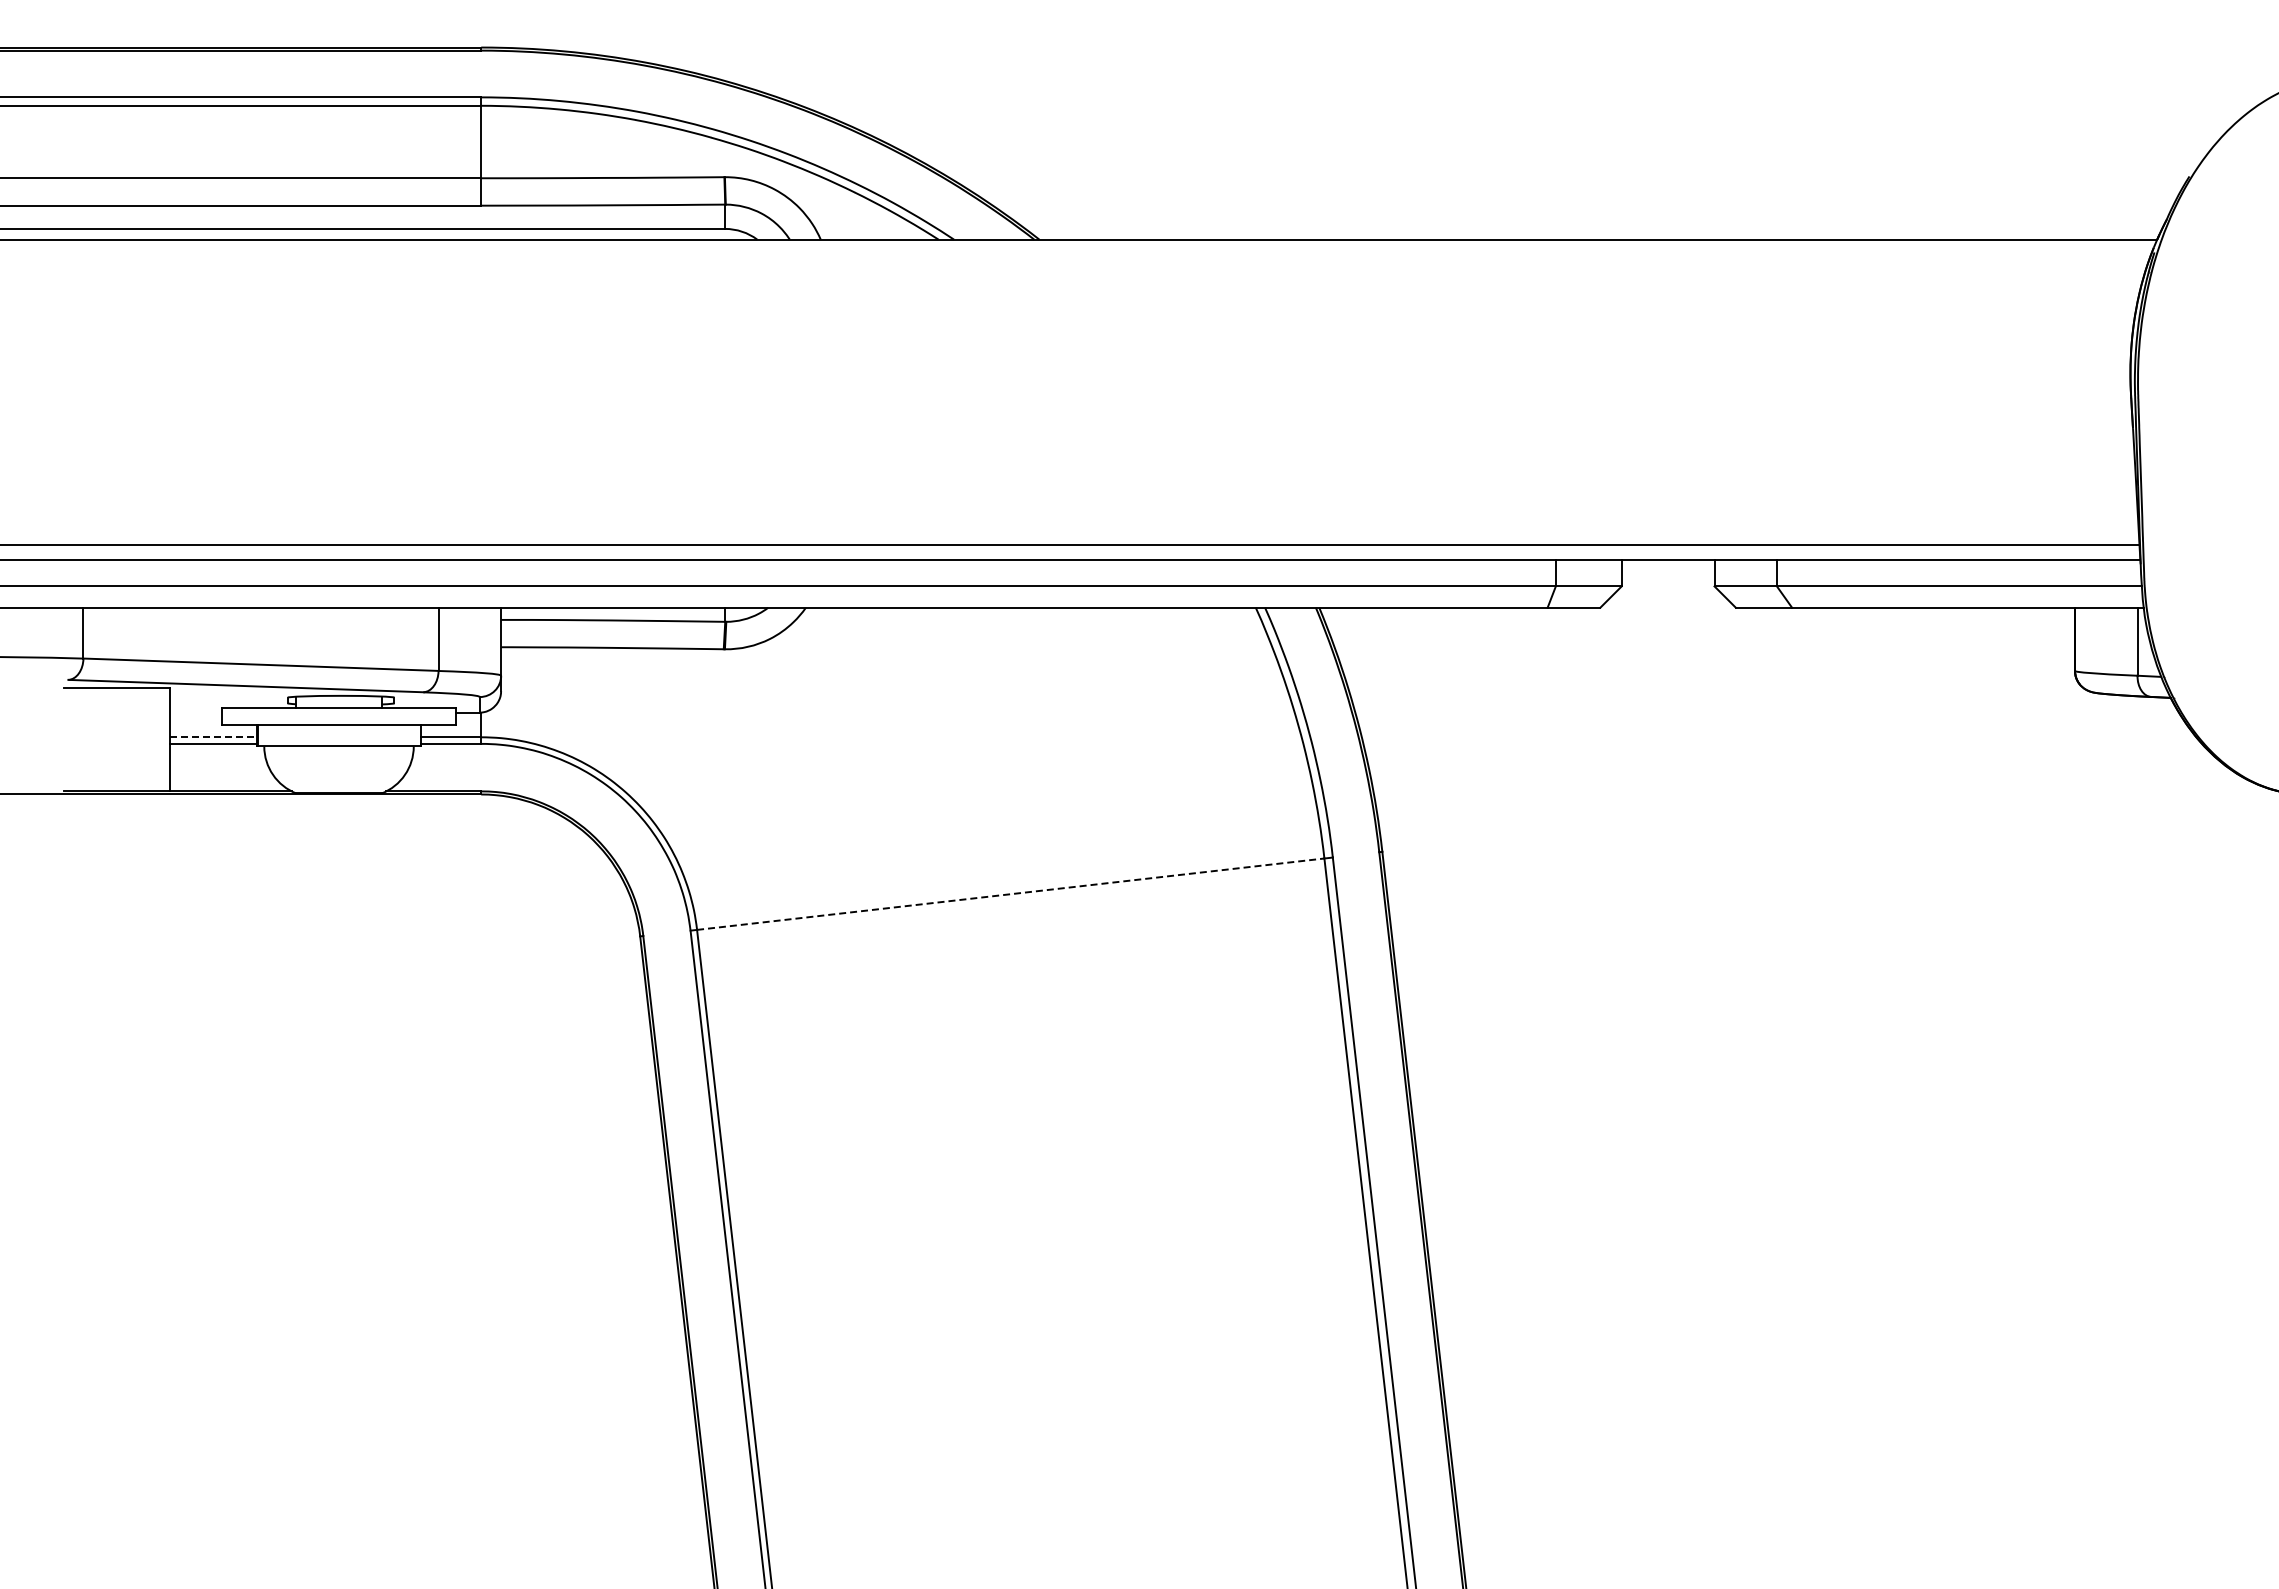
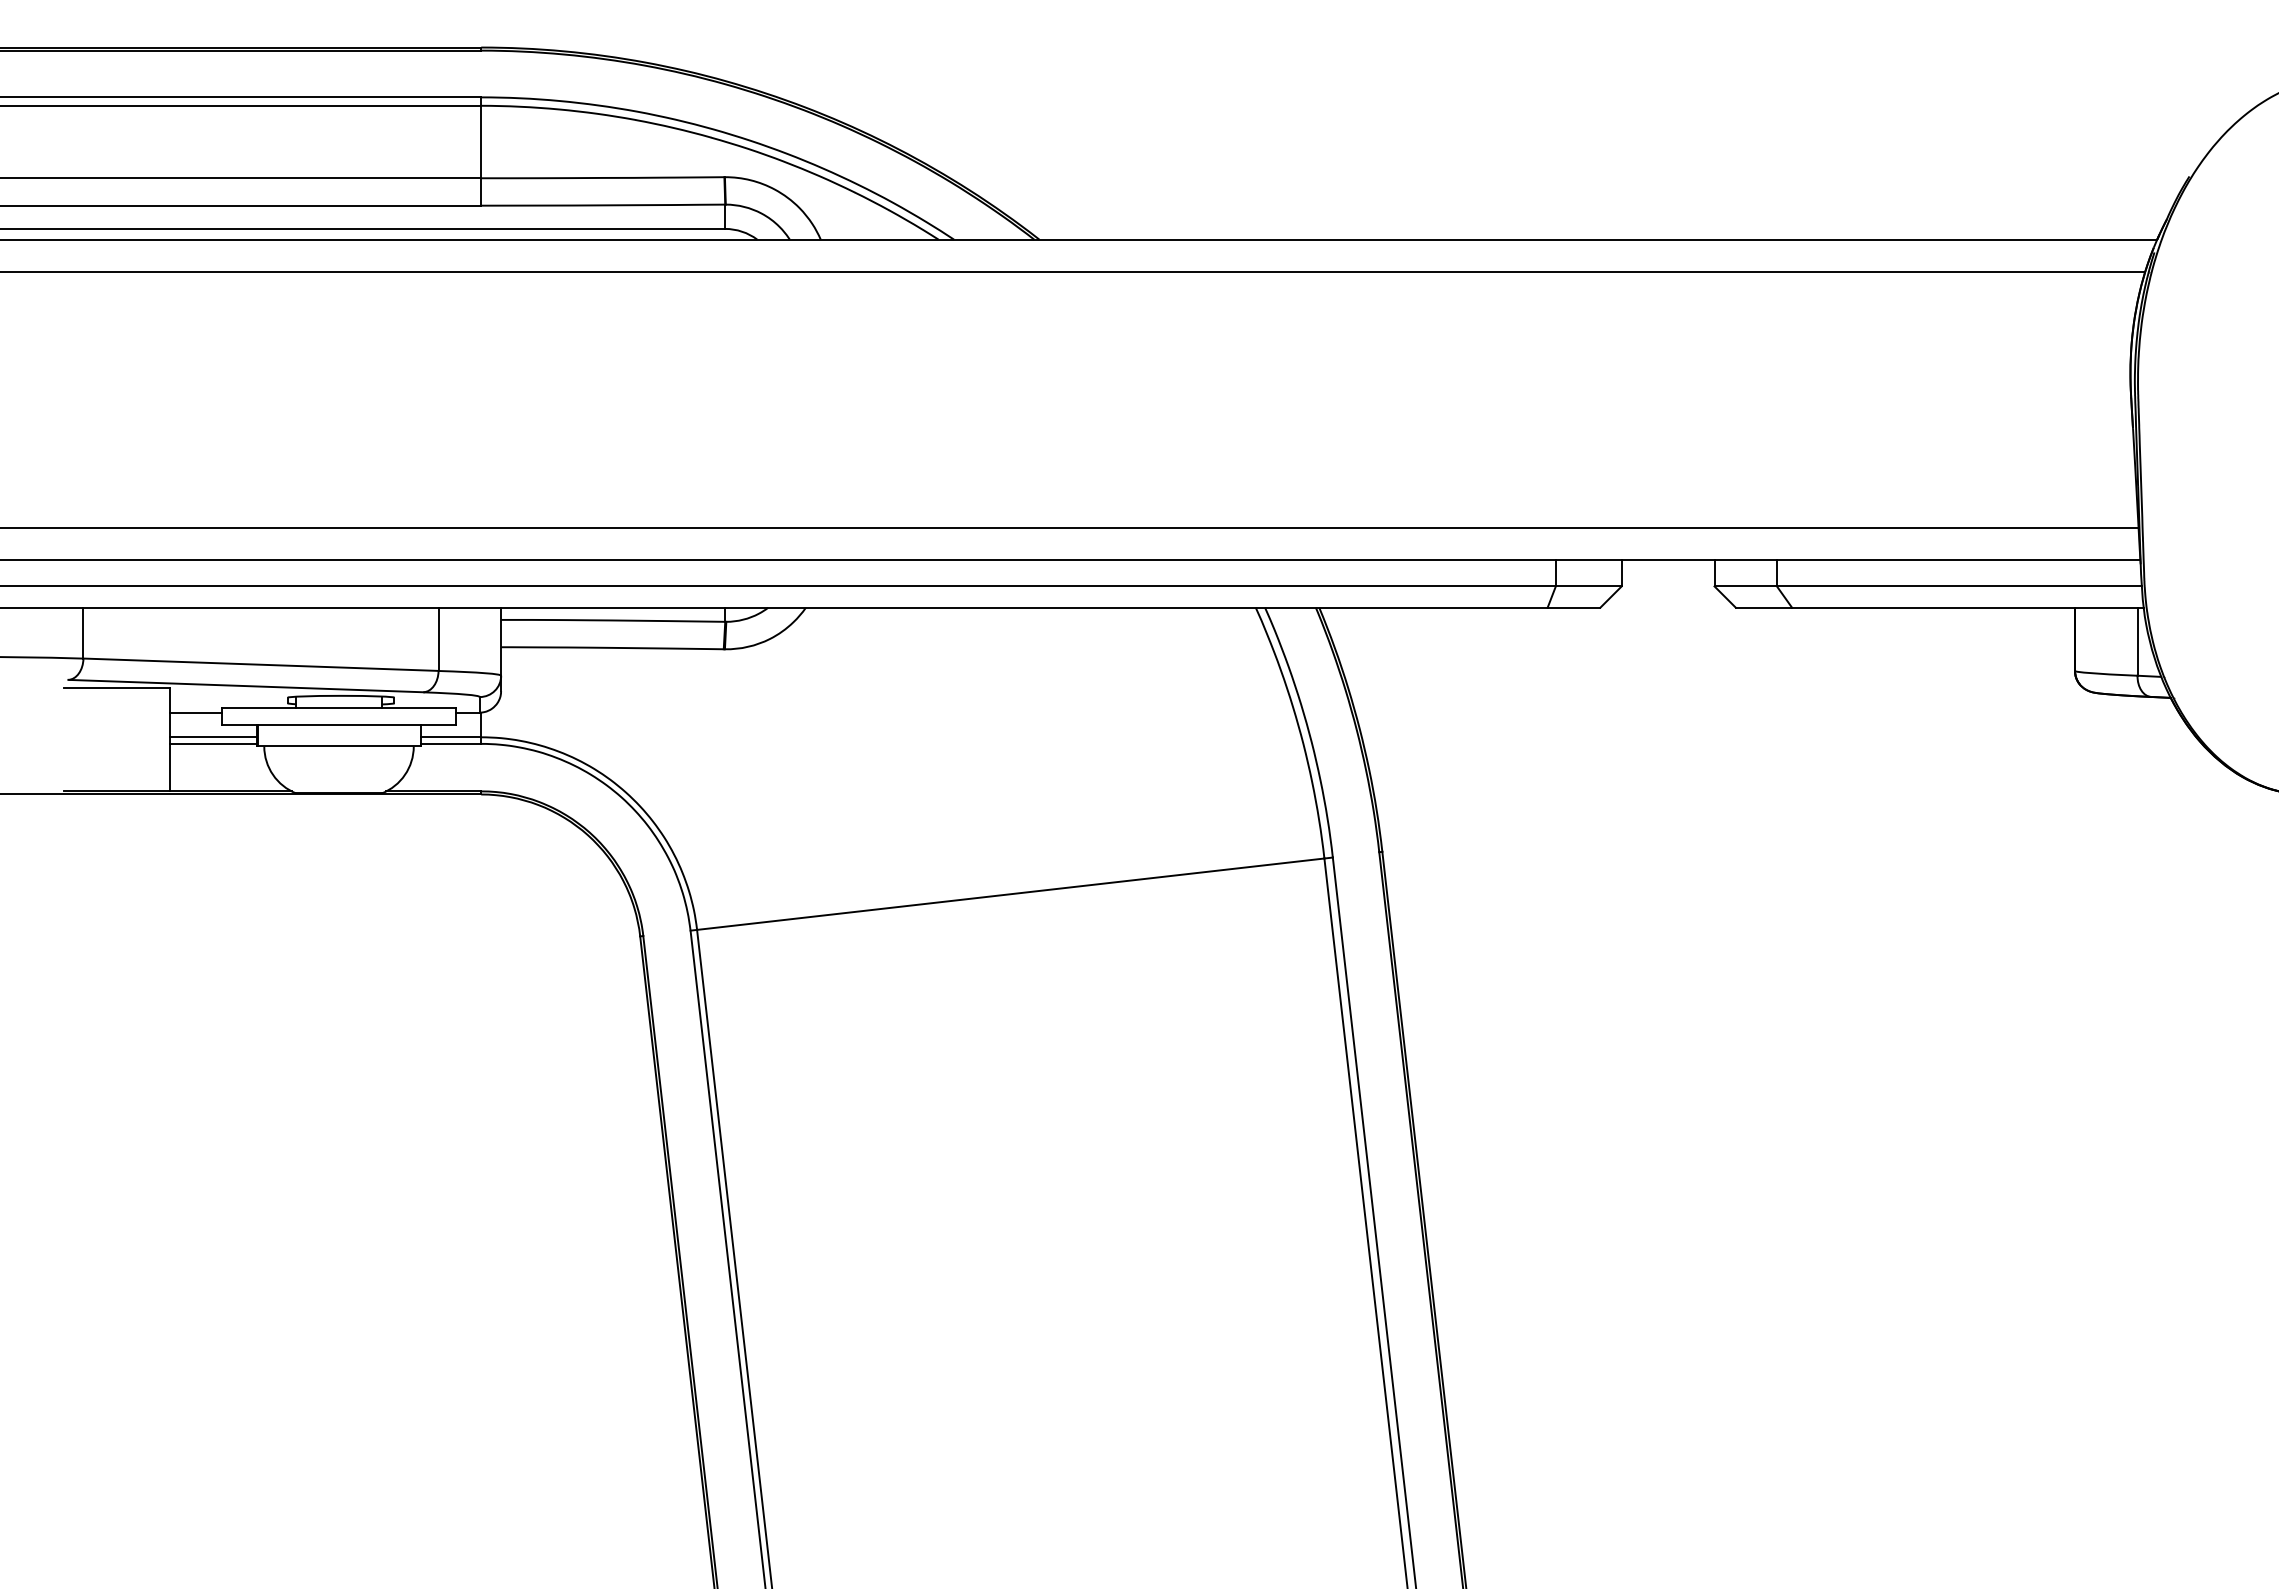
line at (1073, 271): none -> present
line at (1070, 544) position: (1070, 544) -> (1070, 527)
line at (195, 712): none -> present
line at (214, 737): dashed -> solid
line at (1010, 894): dashed -> solid
